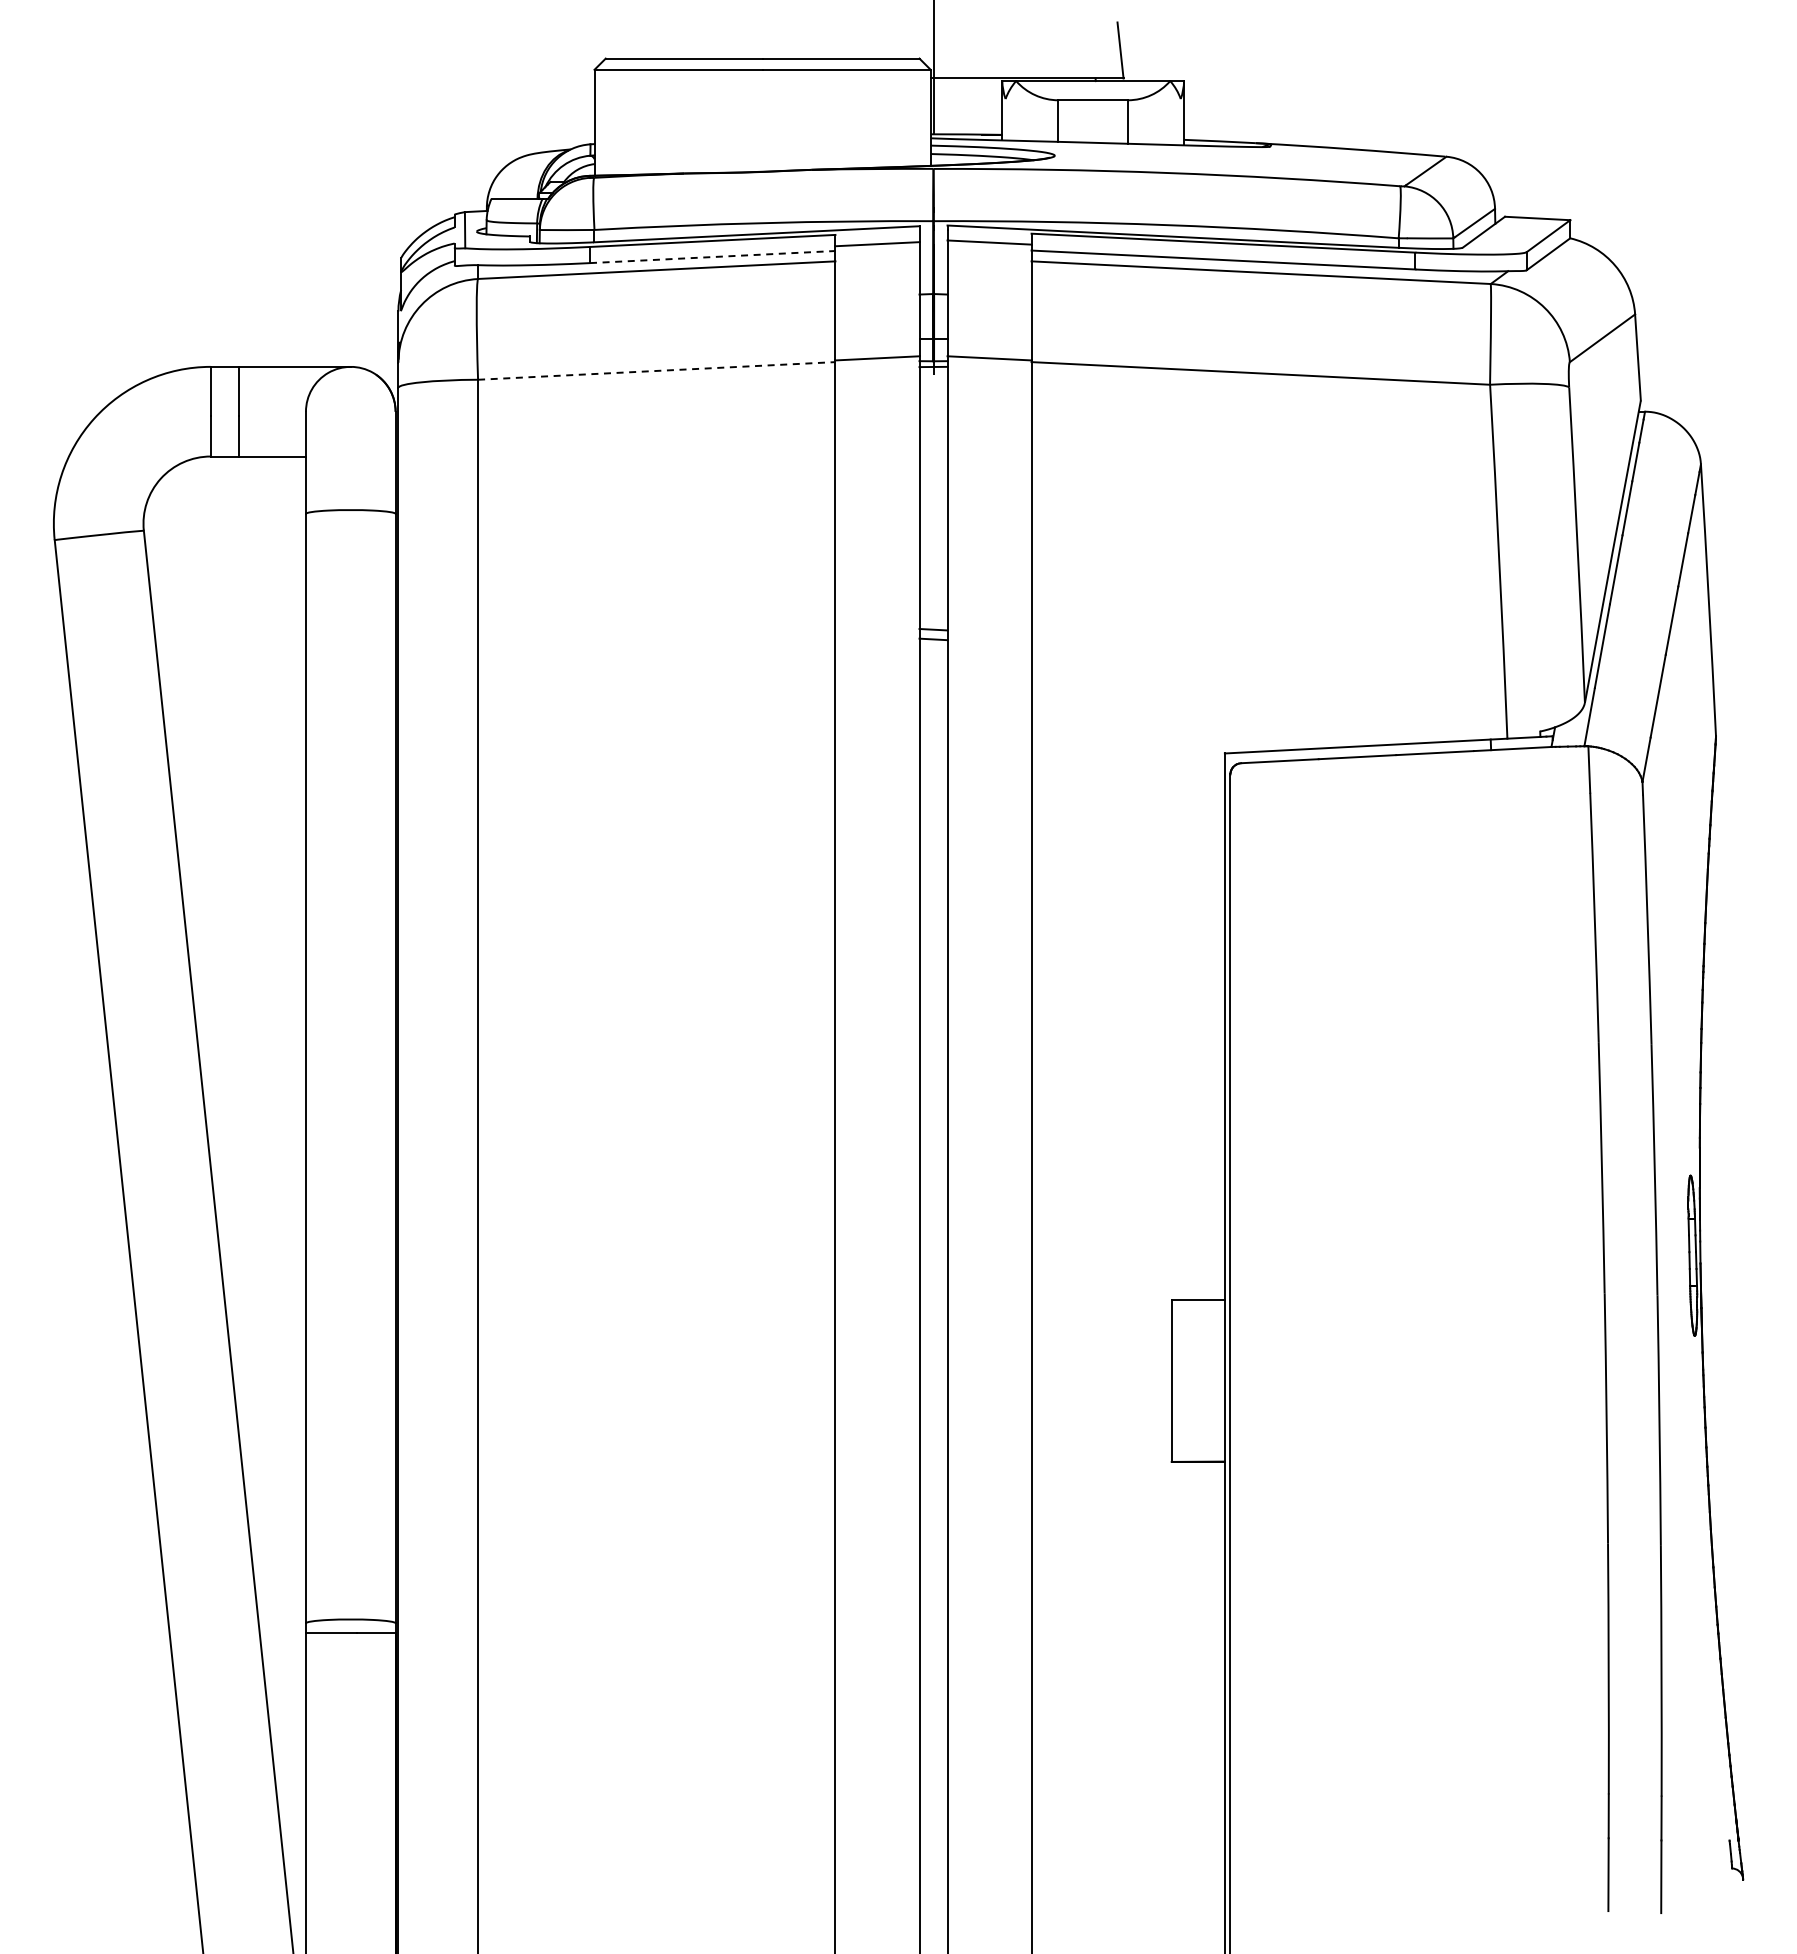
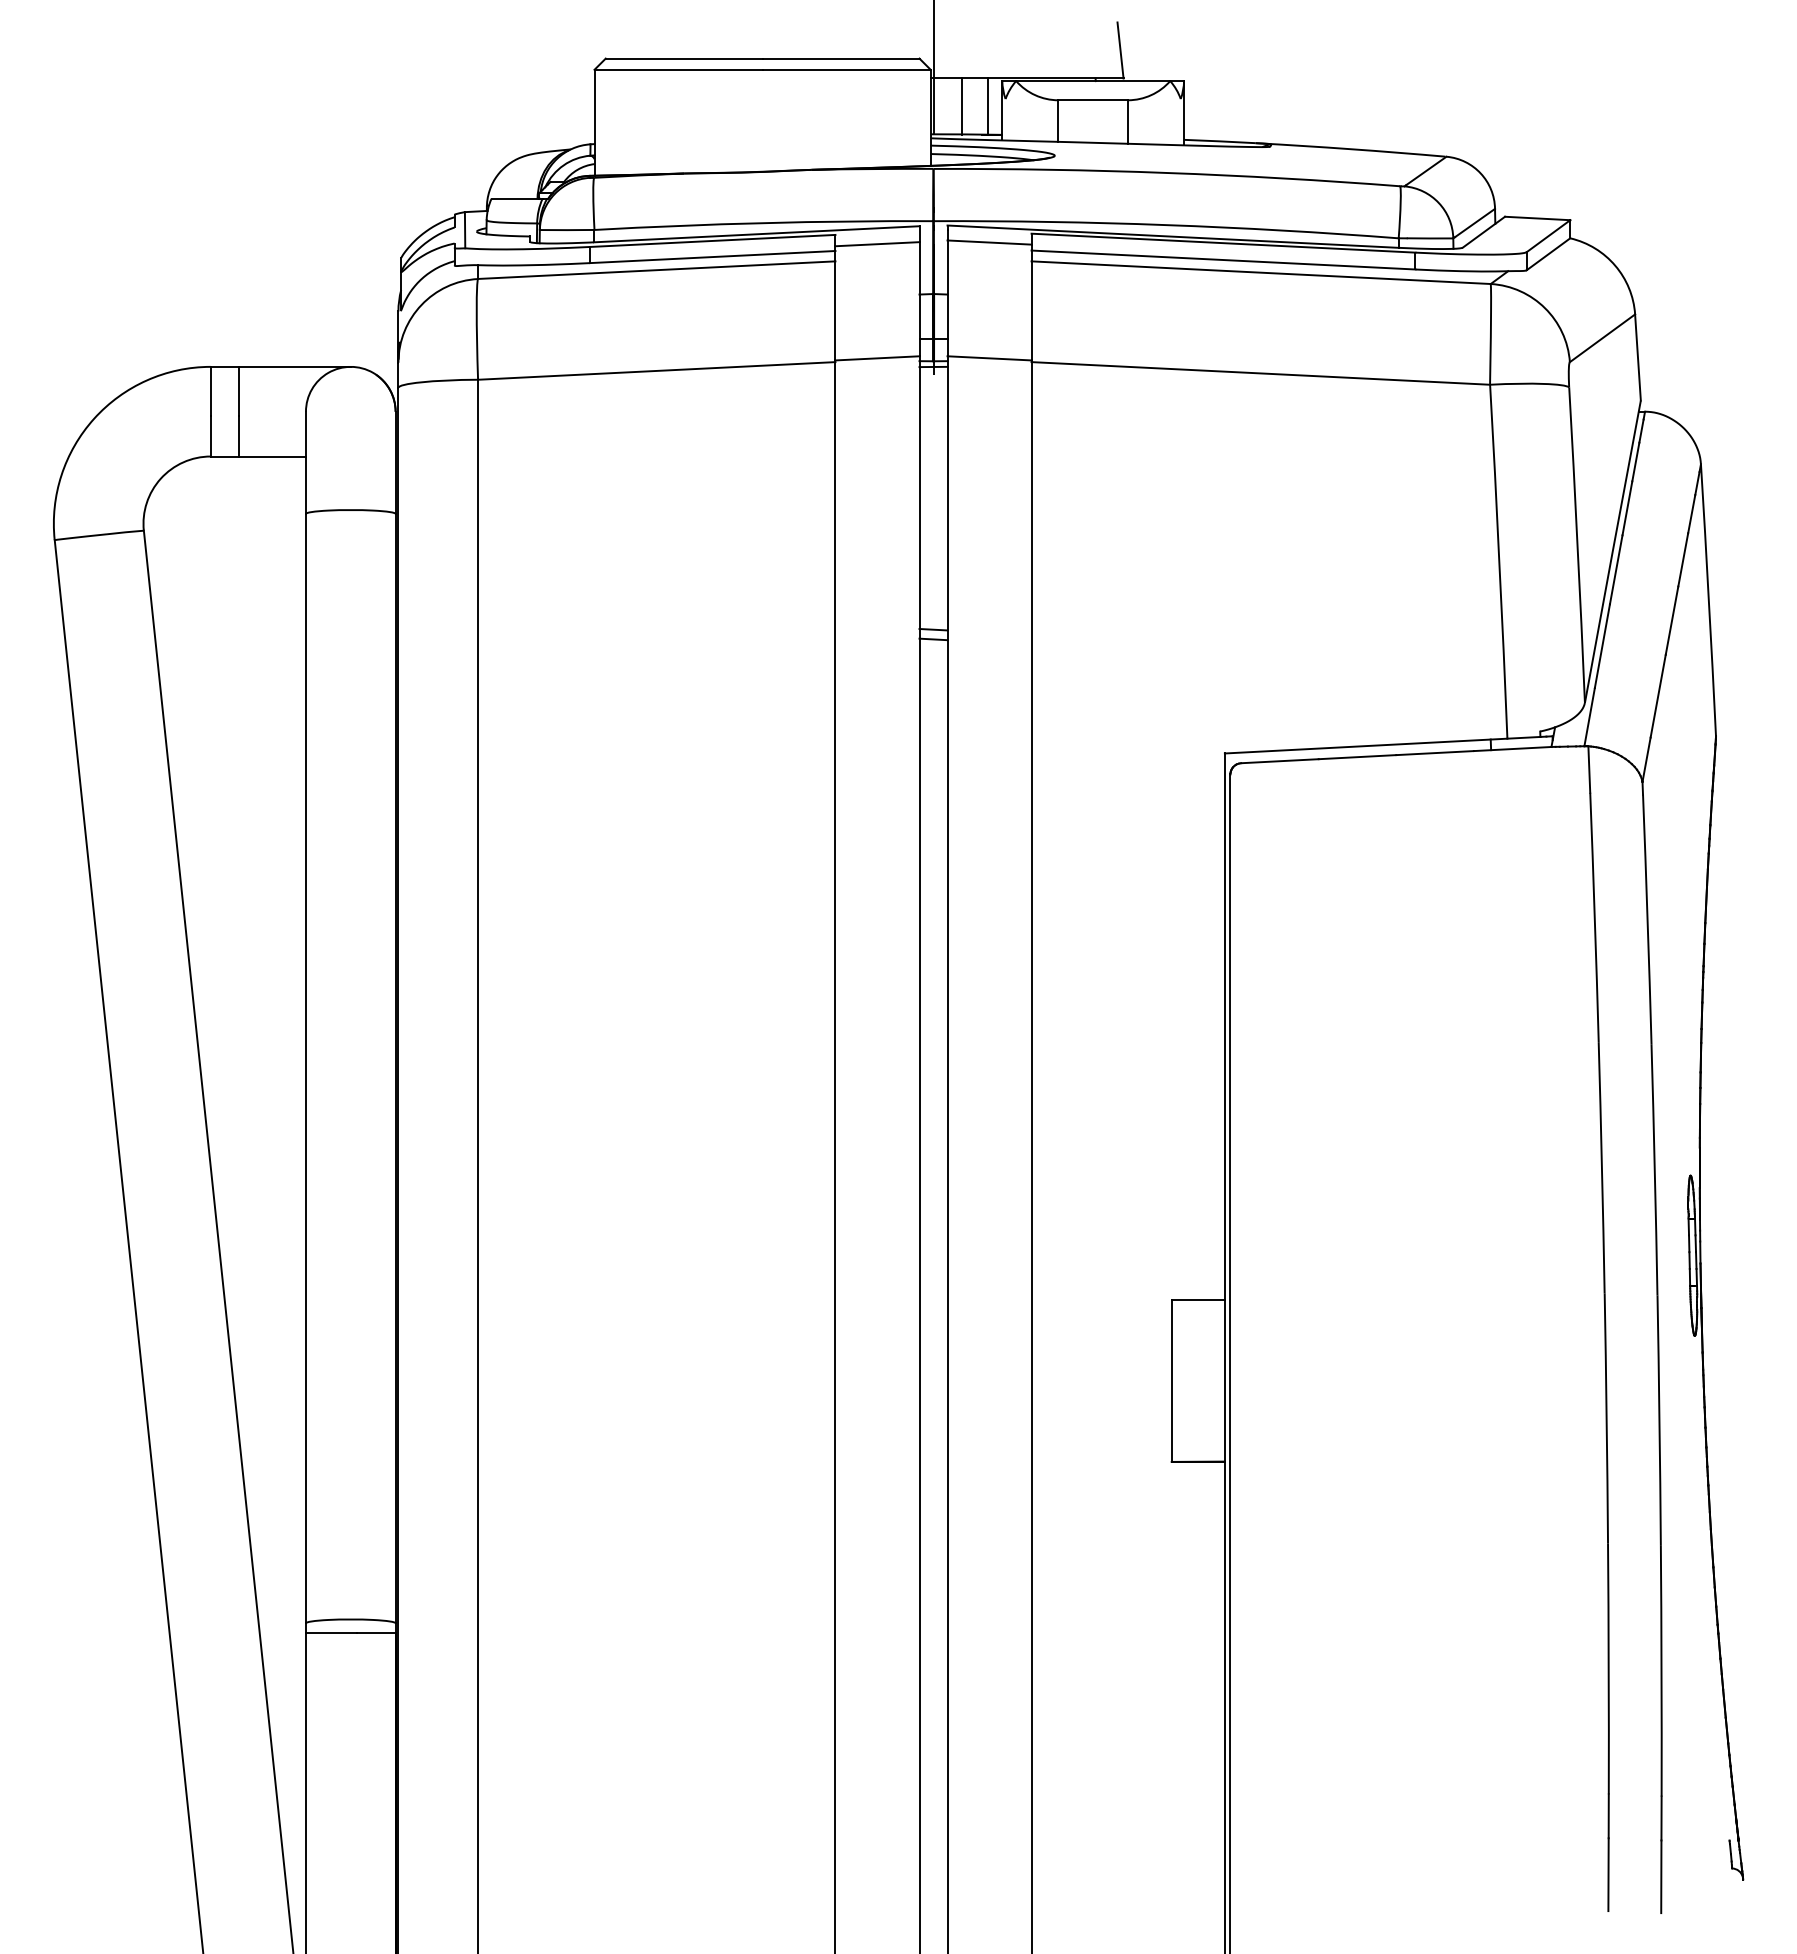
line at (961, 106): none -> present
line at (988, 106): none -> present
line at (712, 257): dashed -> solid
line at (656, 370): dashed -> solid
